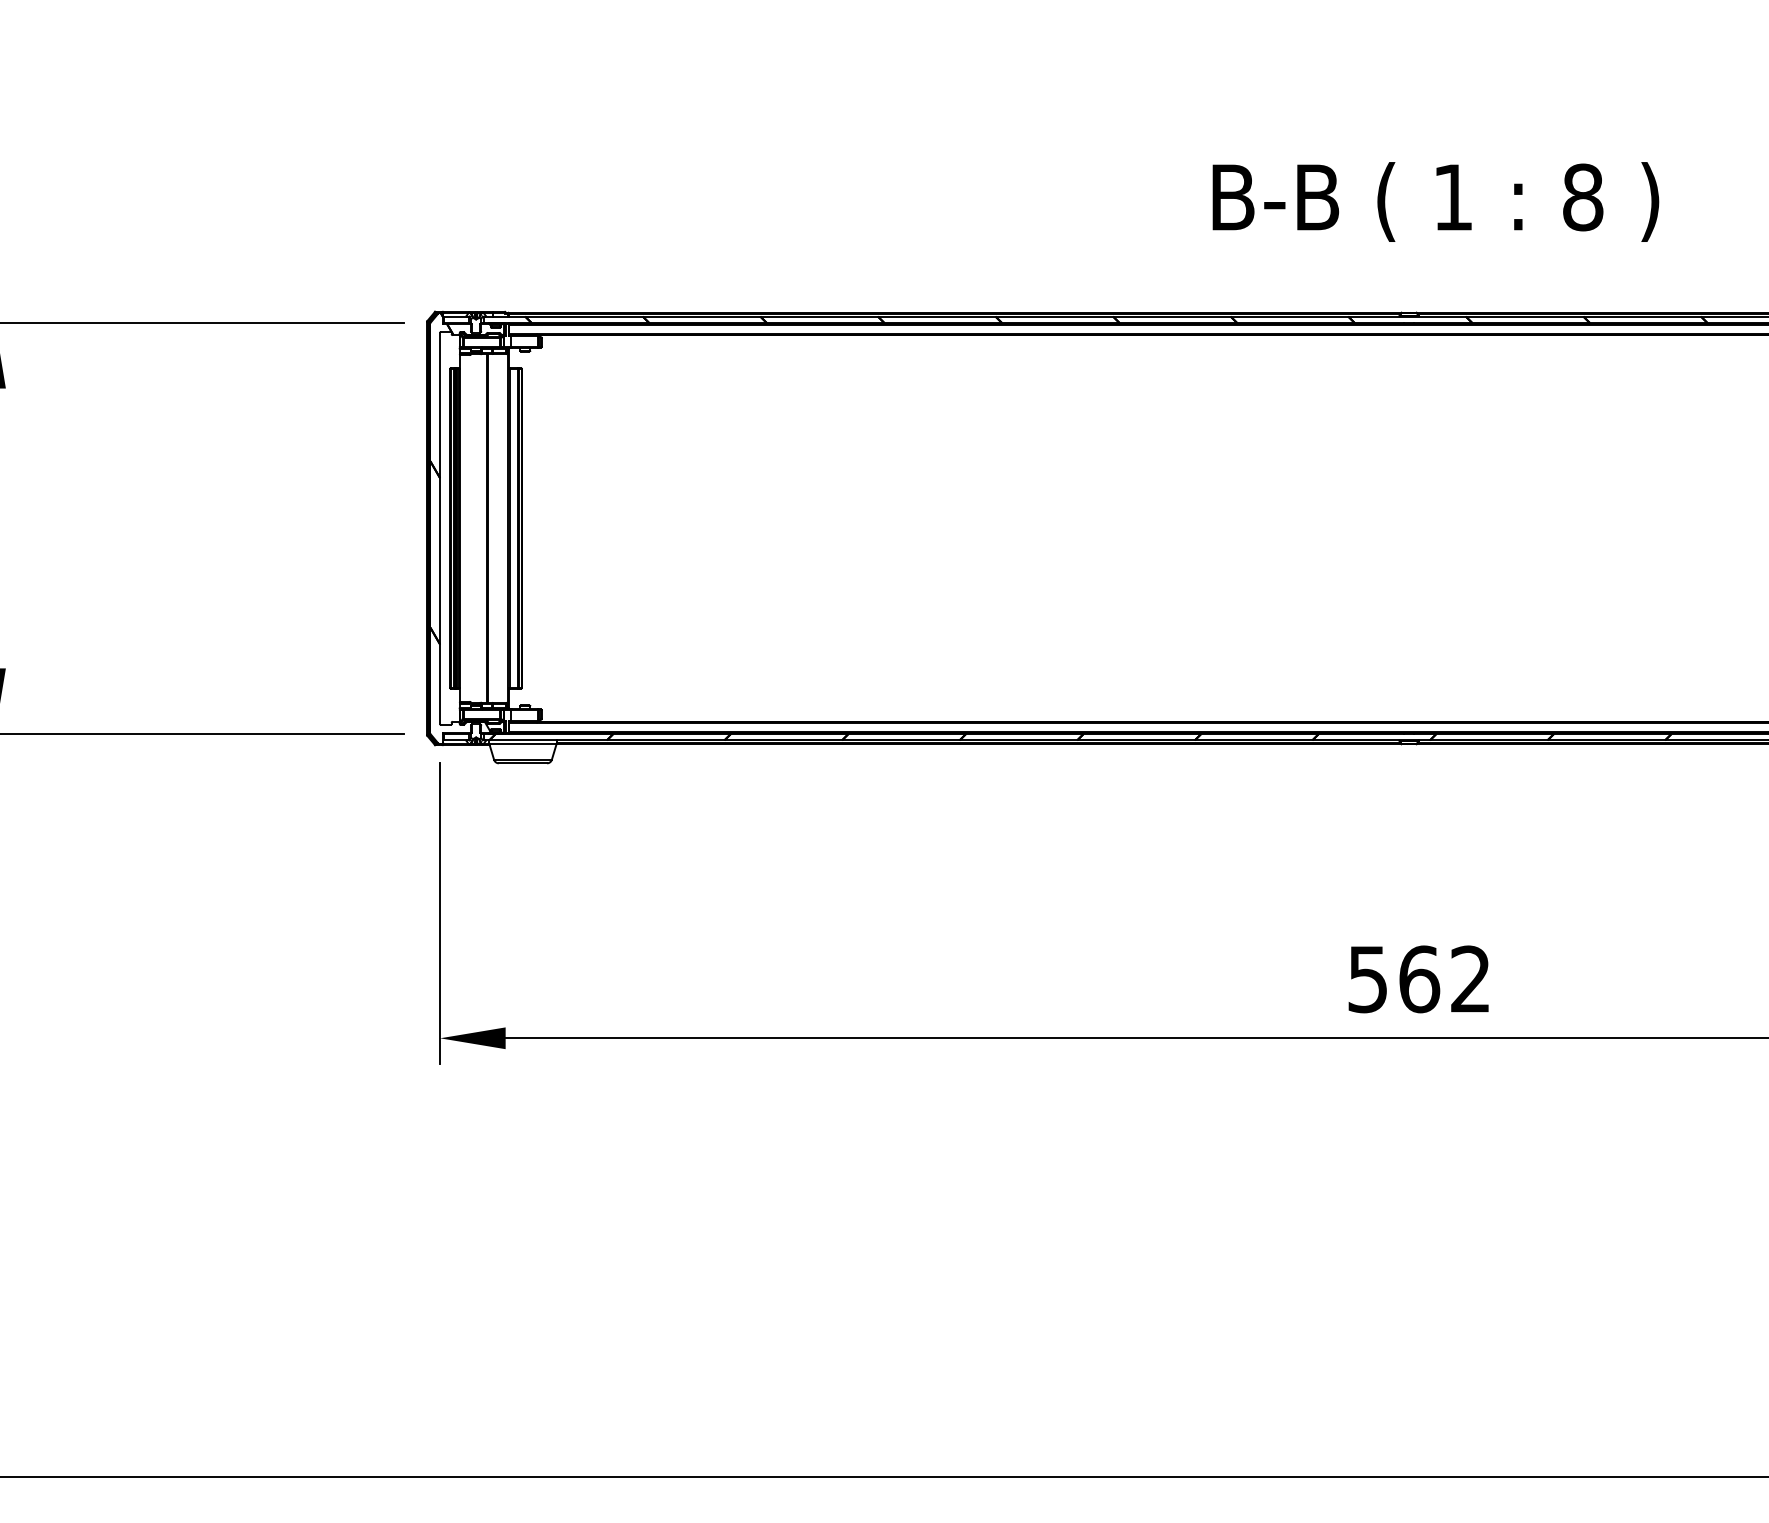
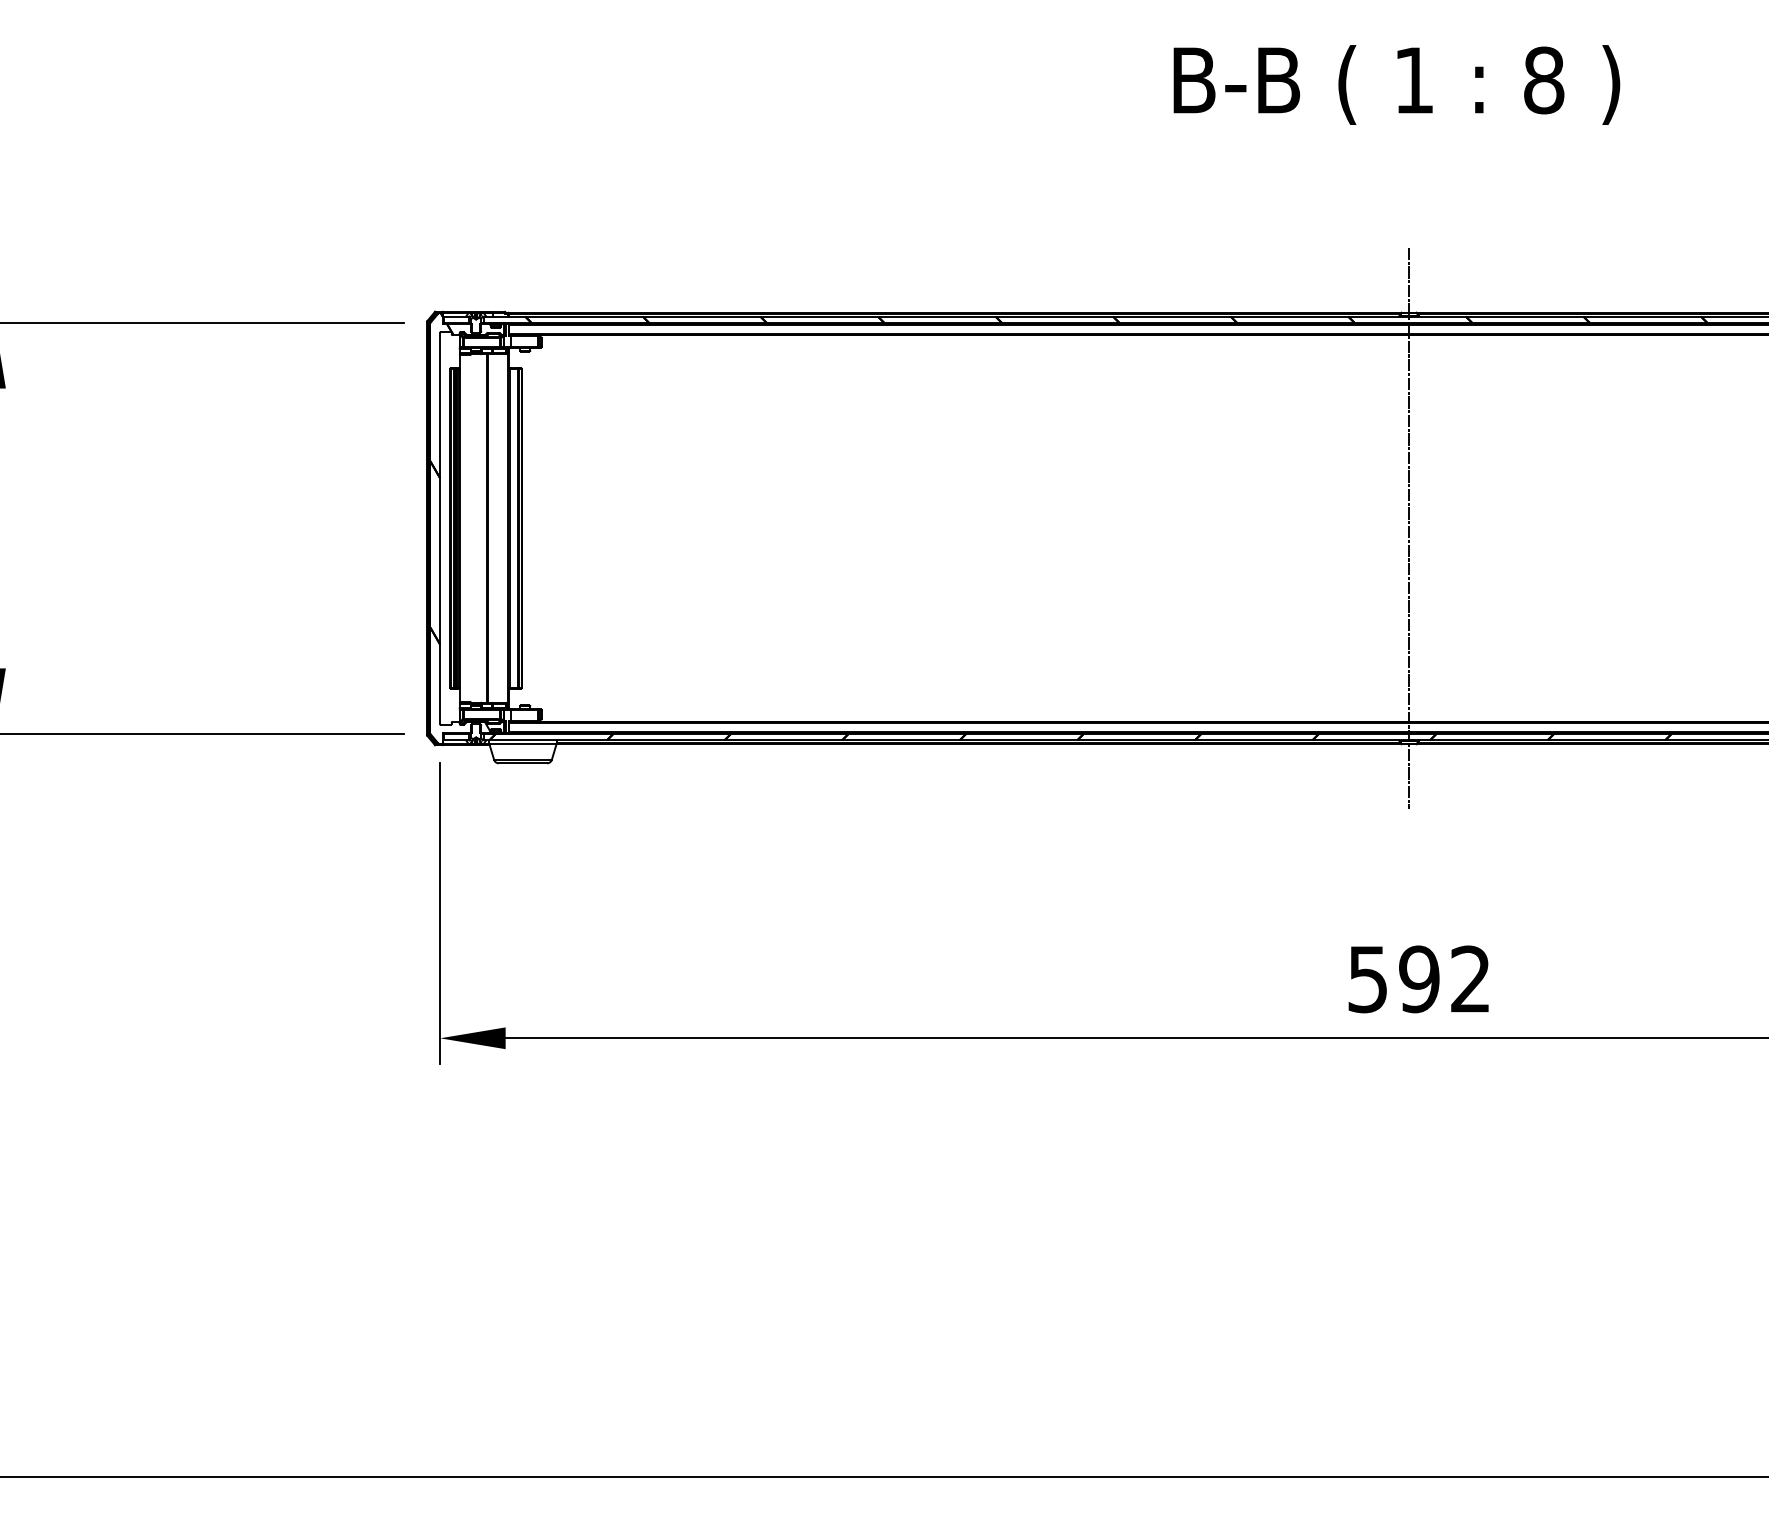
text at (1435, 201) position: (1435, 201) -> (1396, 84)
line at (1409, 528): none -> present
text at (1419, 979): 562 -> 592
